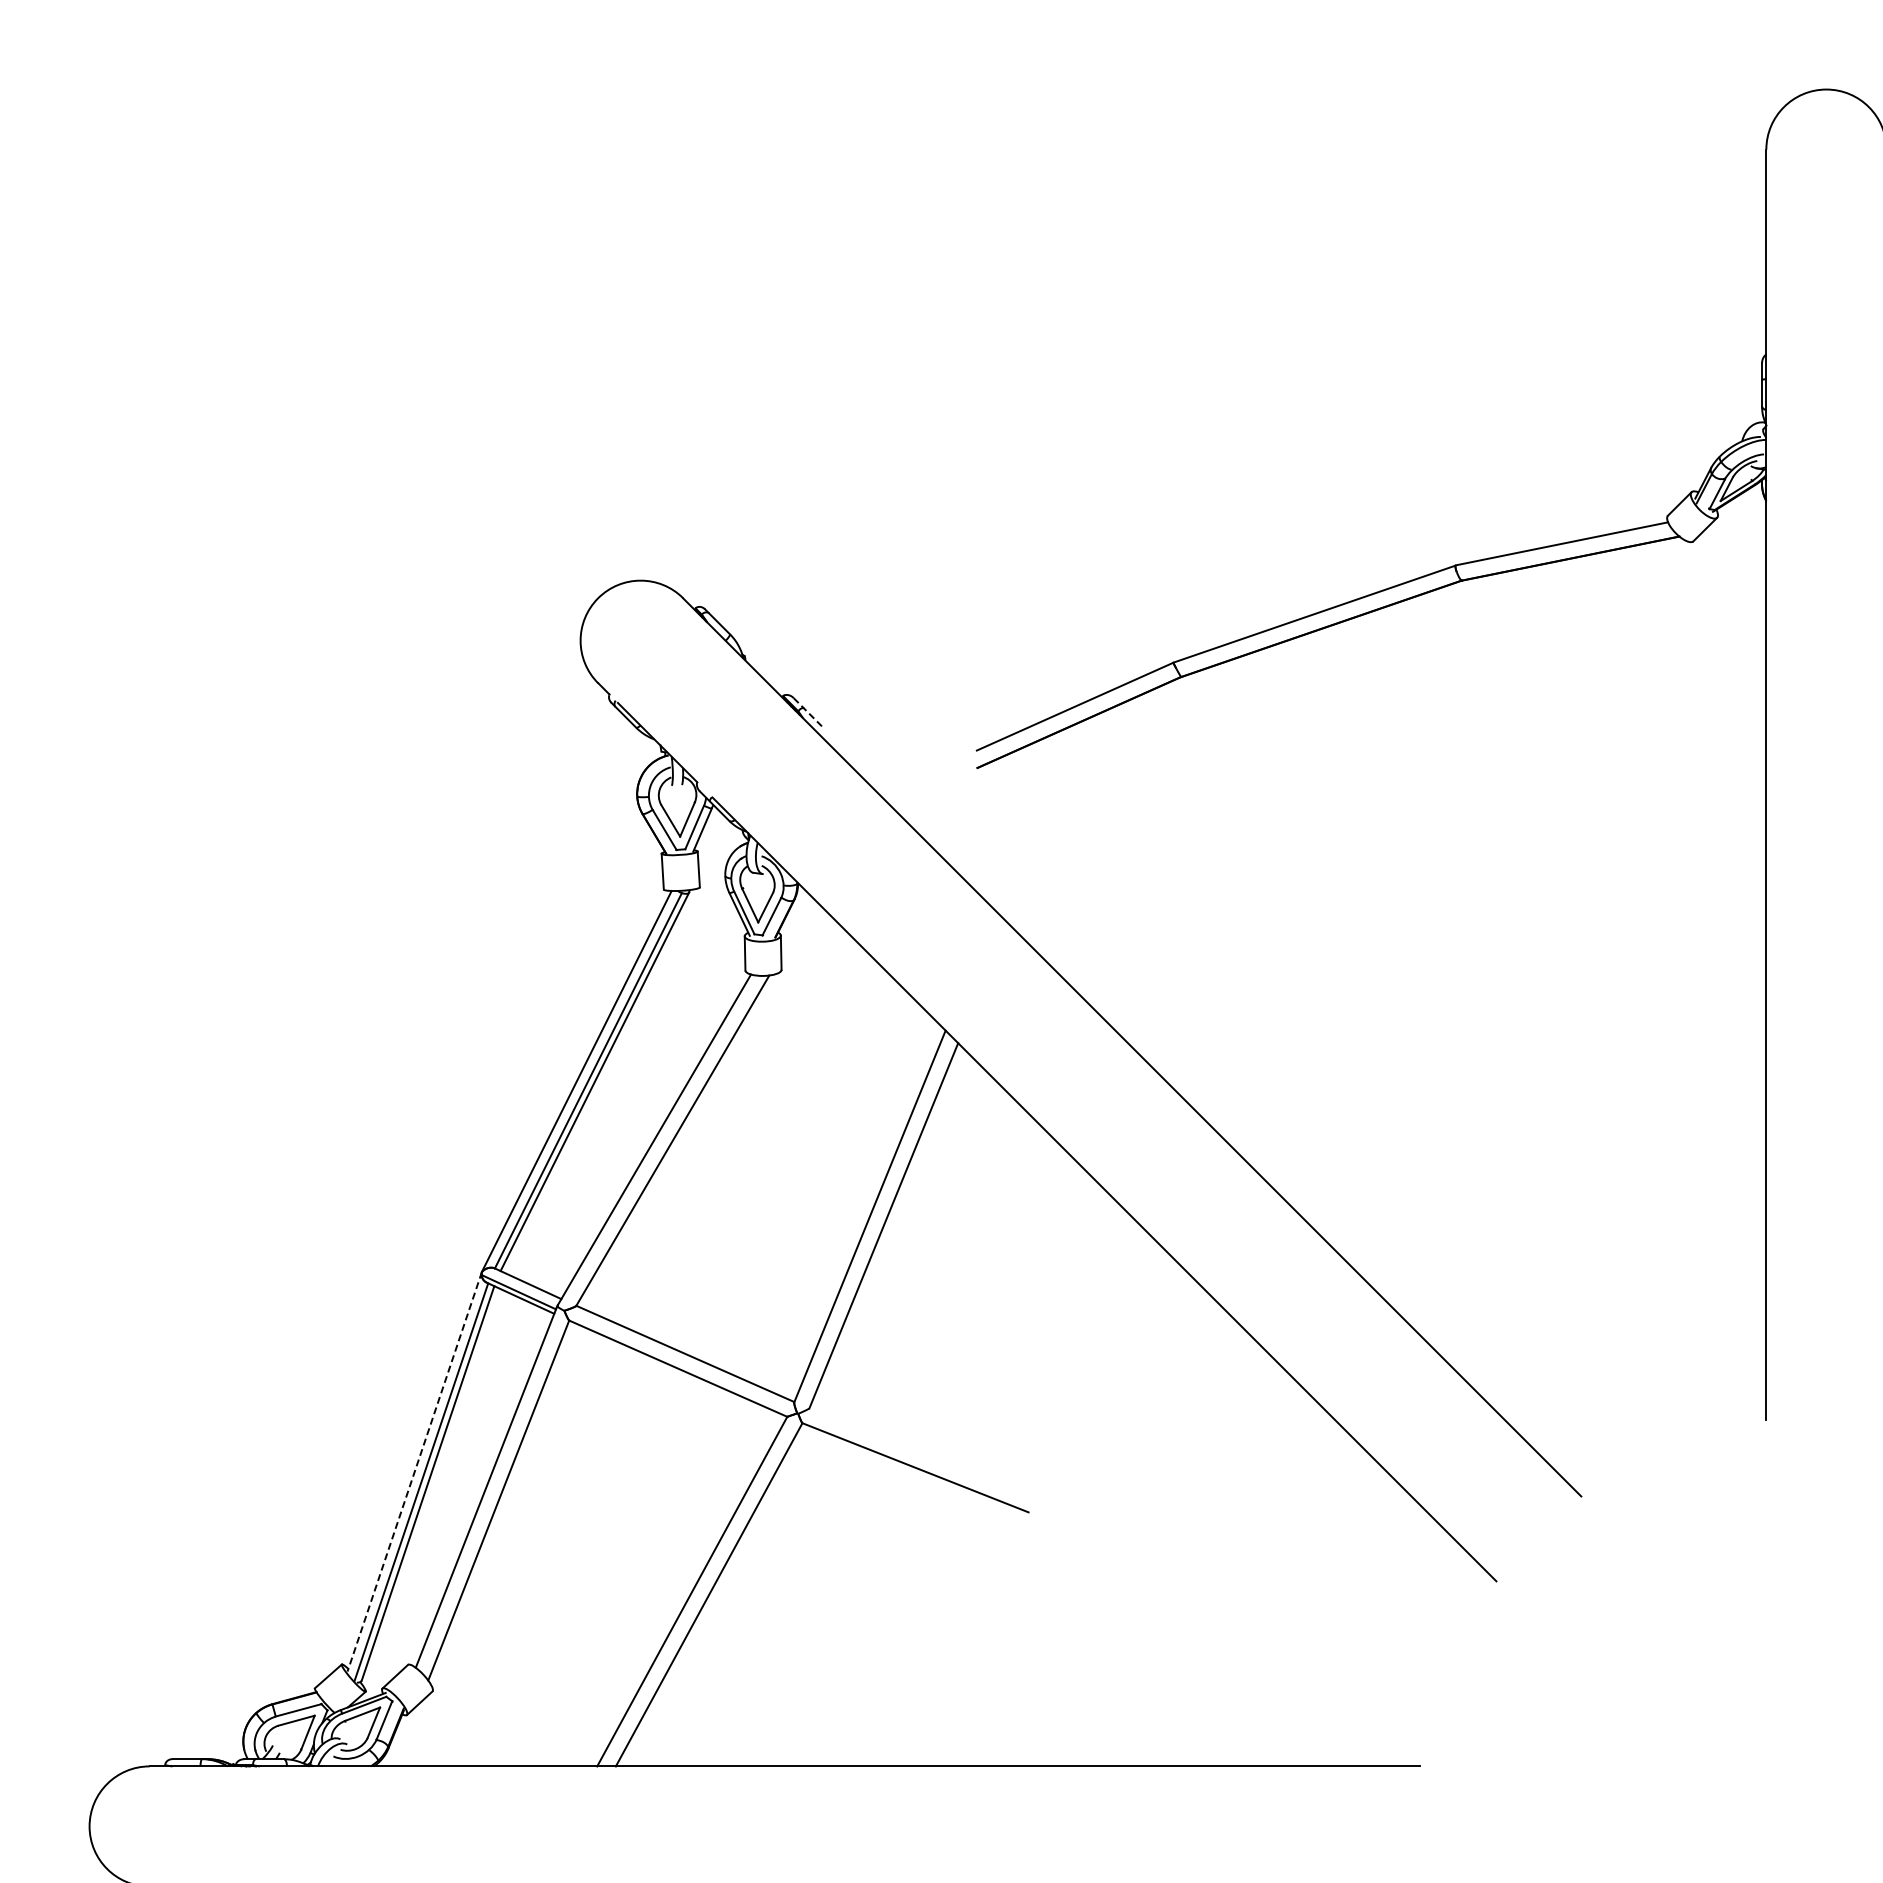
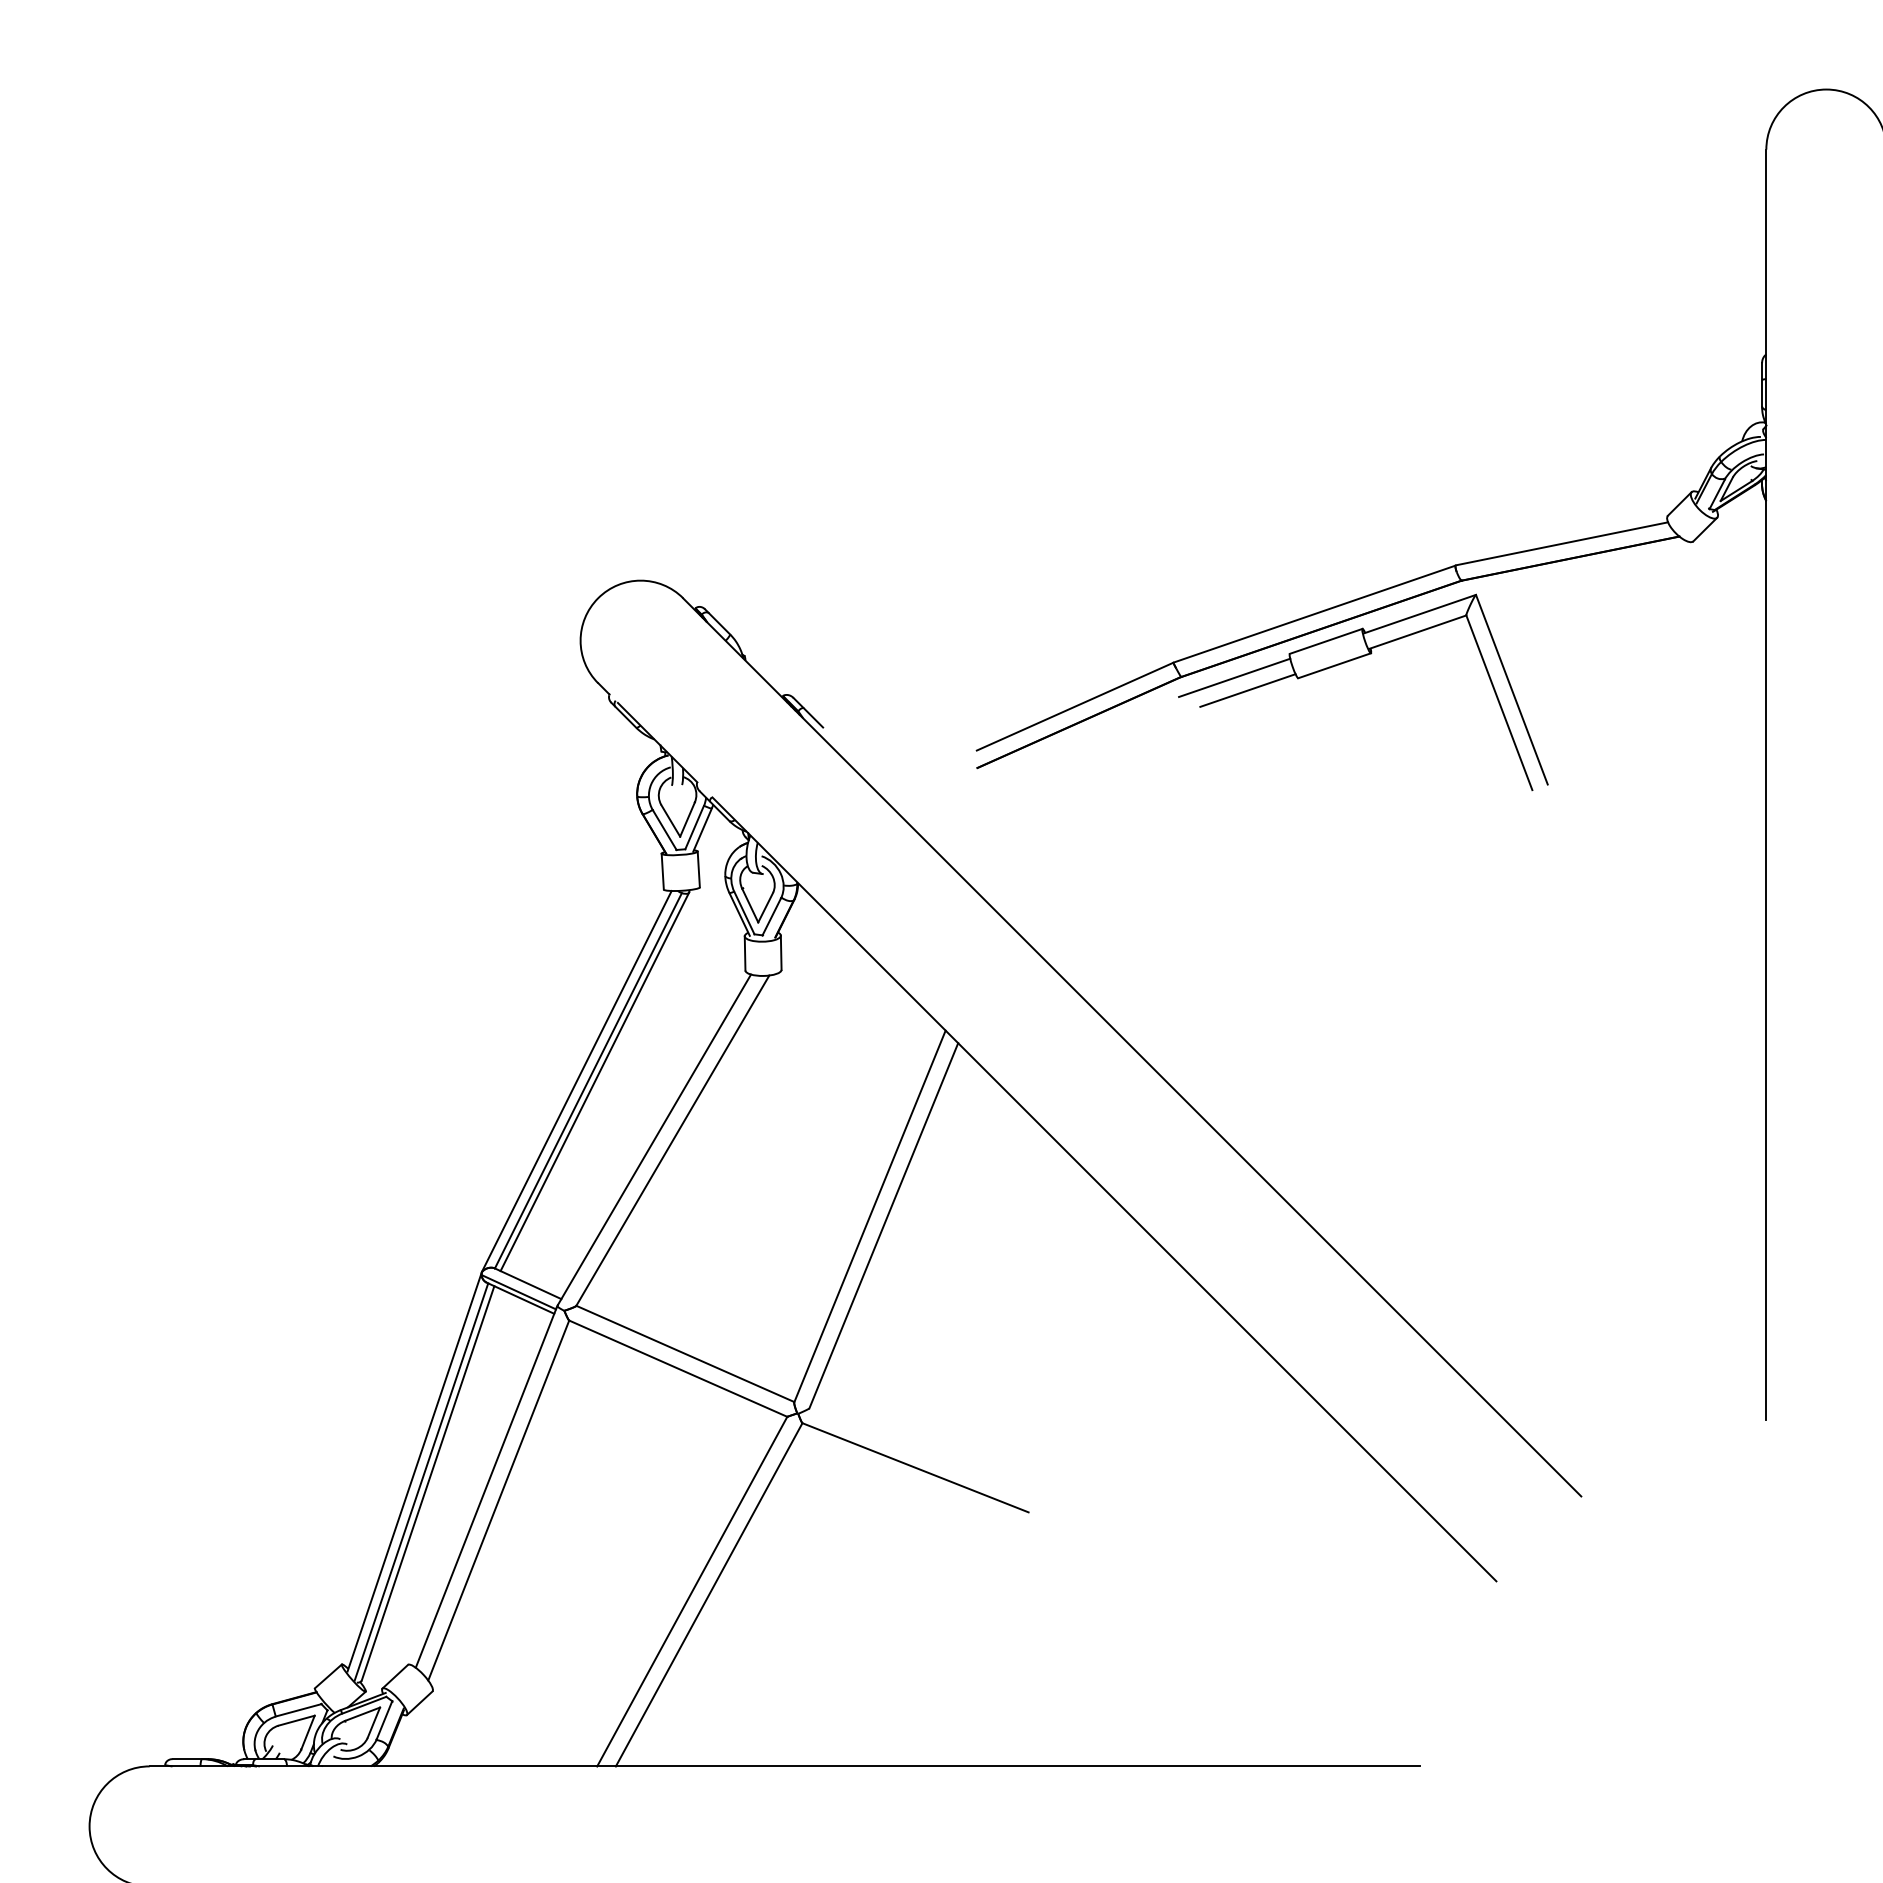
part at (1353, 660): none -> present
line at (808, 712): dashed -> solid
line at (414, 1471): dashed -> solid
